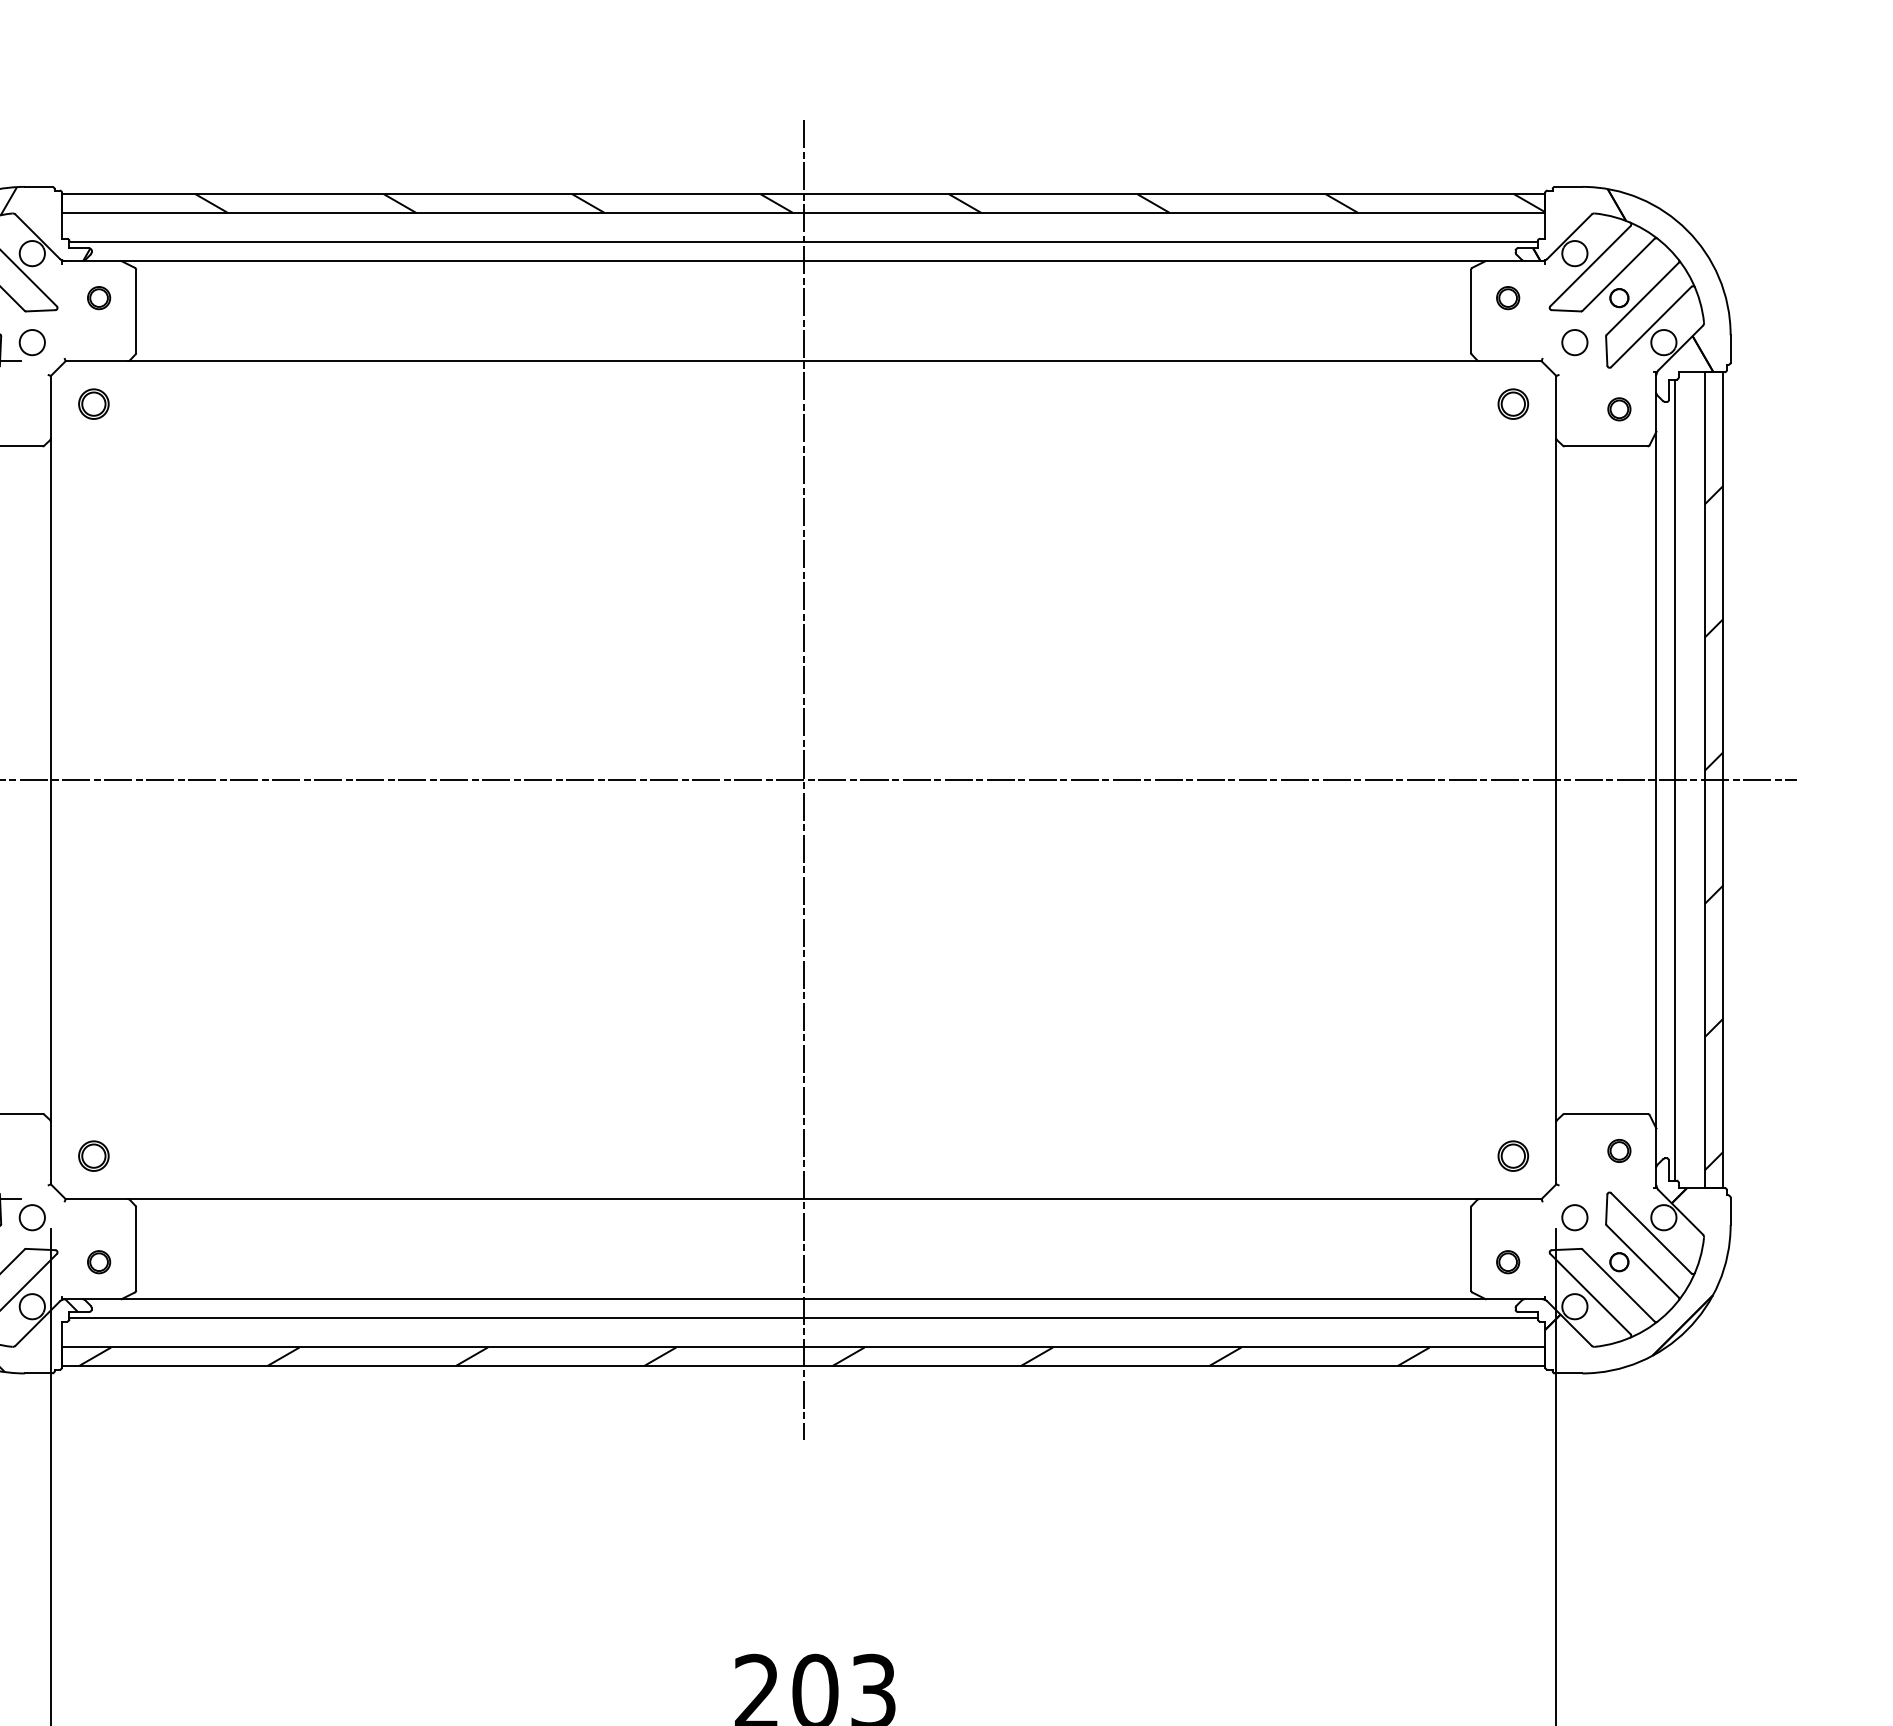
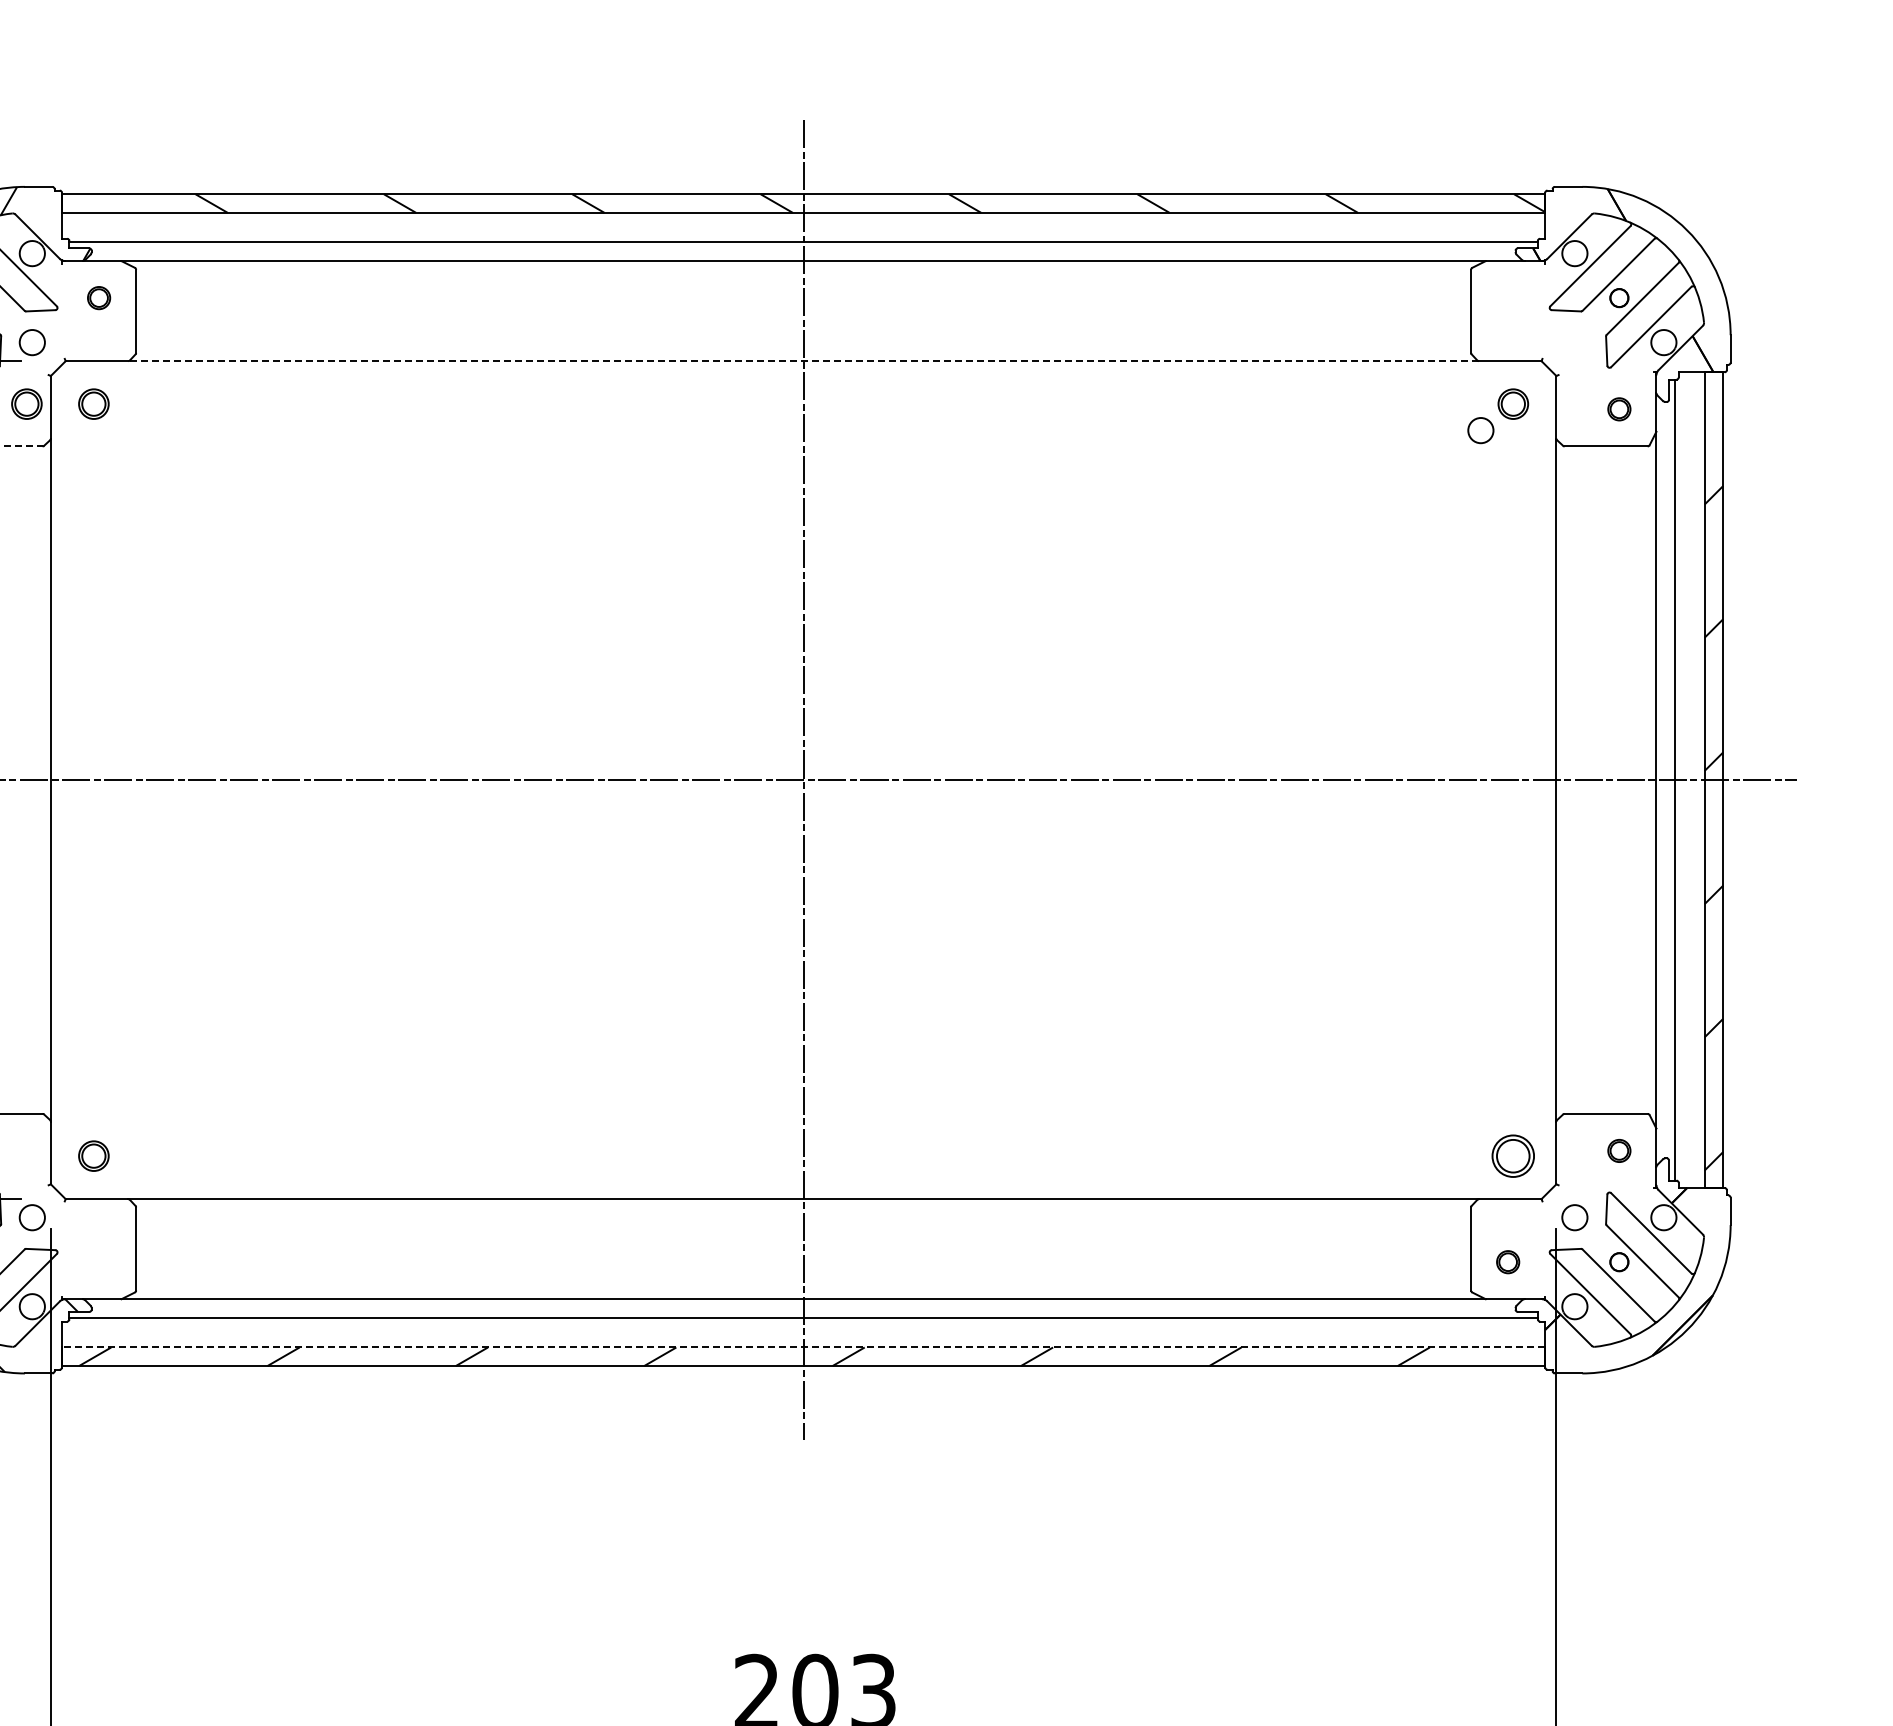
part at (1508, 298): present -> none
circle at (1574, 342) position: (1574, 342) -> (1480, 430)
line at (803, 361): solid -> dashed
part at (26, 403): none -> present
line at (21, 446): solid -> dashed
part at (1513, 1155) size: 33x32 px -> 44x44 px
part at (99, 1262): present -> none
line at (803, 1347): solid -> dashed
